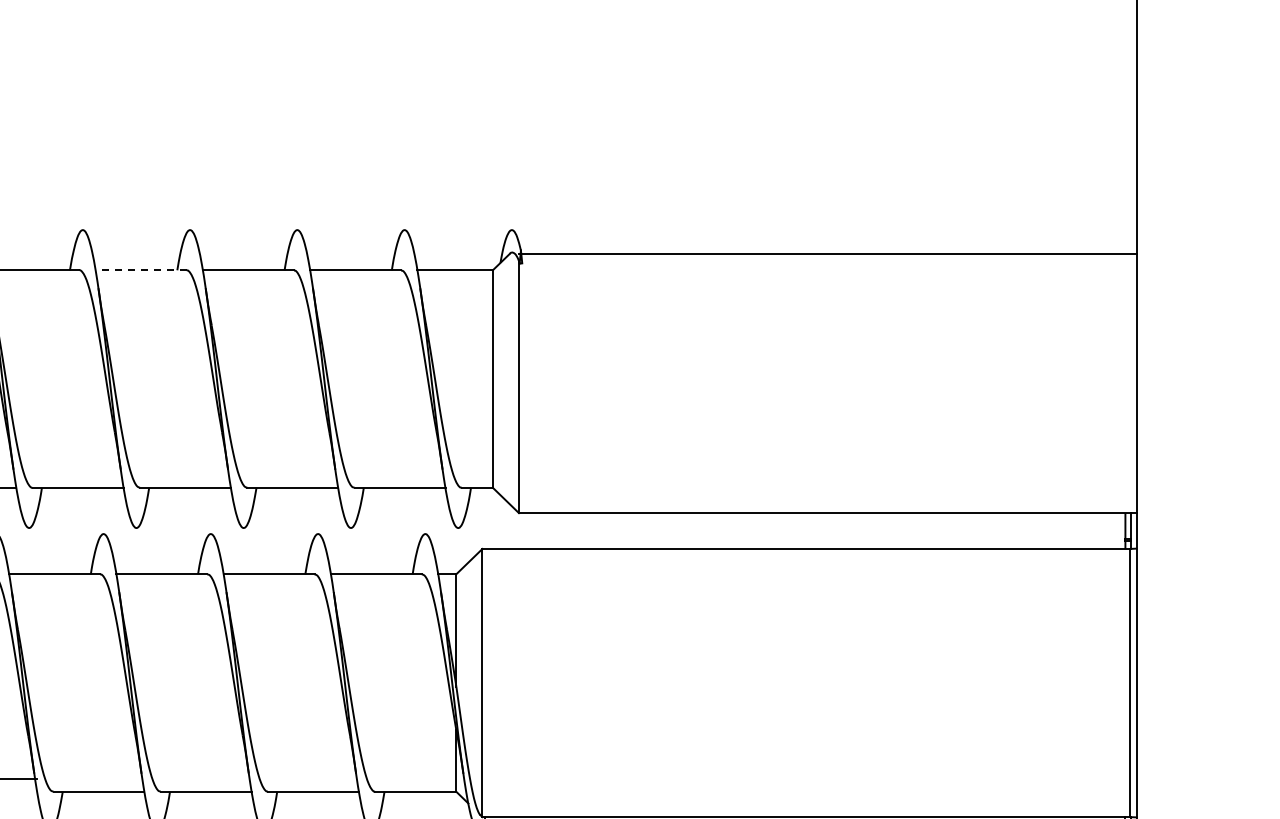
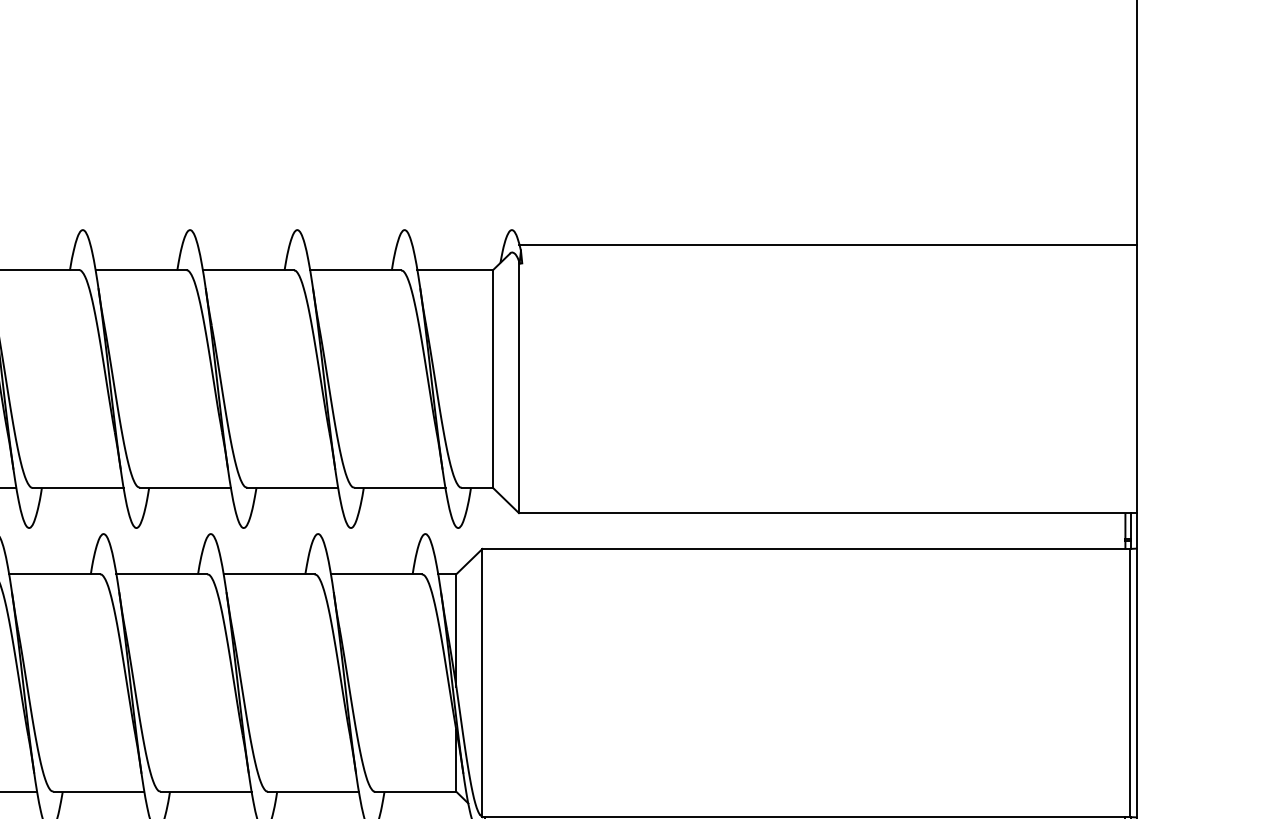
line at (827, 253) position: (827, 253) -> (827, 244)
line at (140, 270): dashed -> solid
line at (19, 778) position: (19, 778) -> (19, 791)
